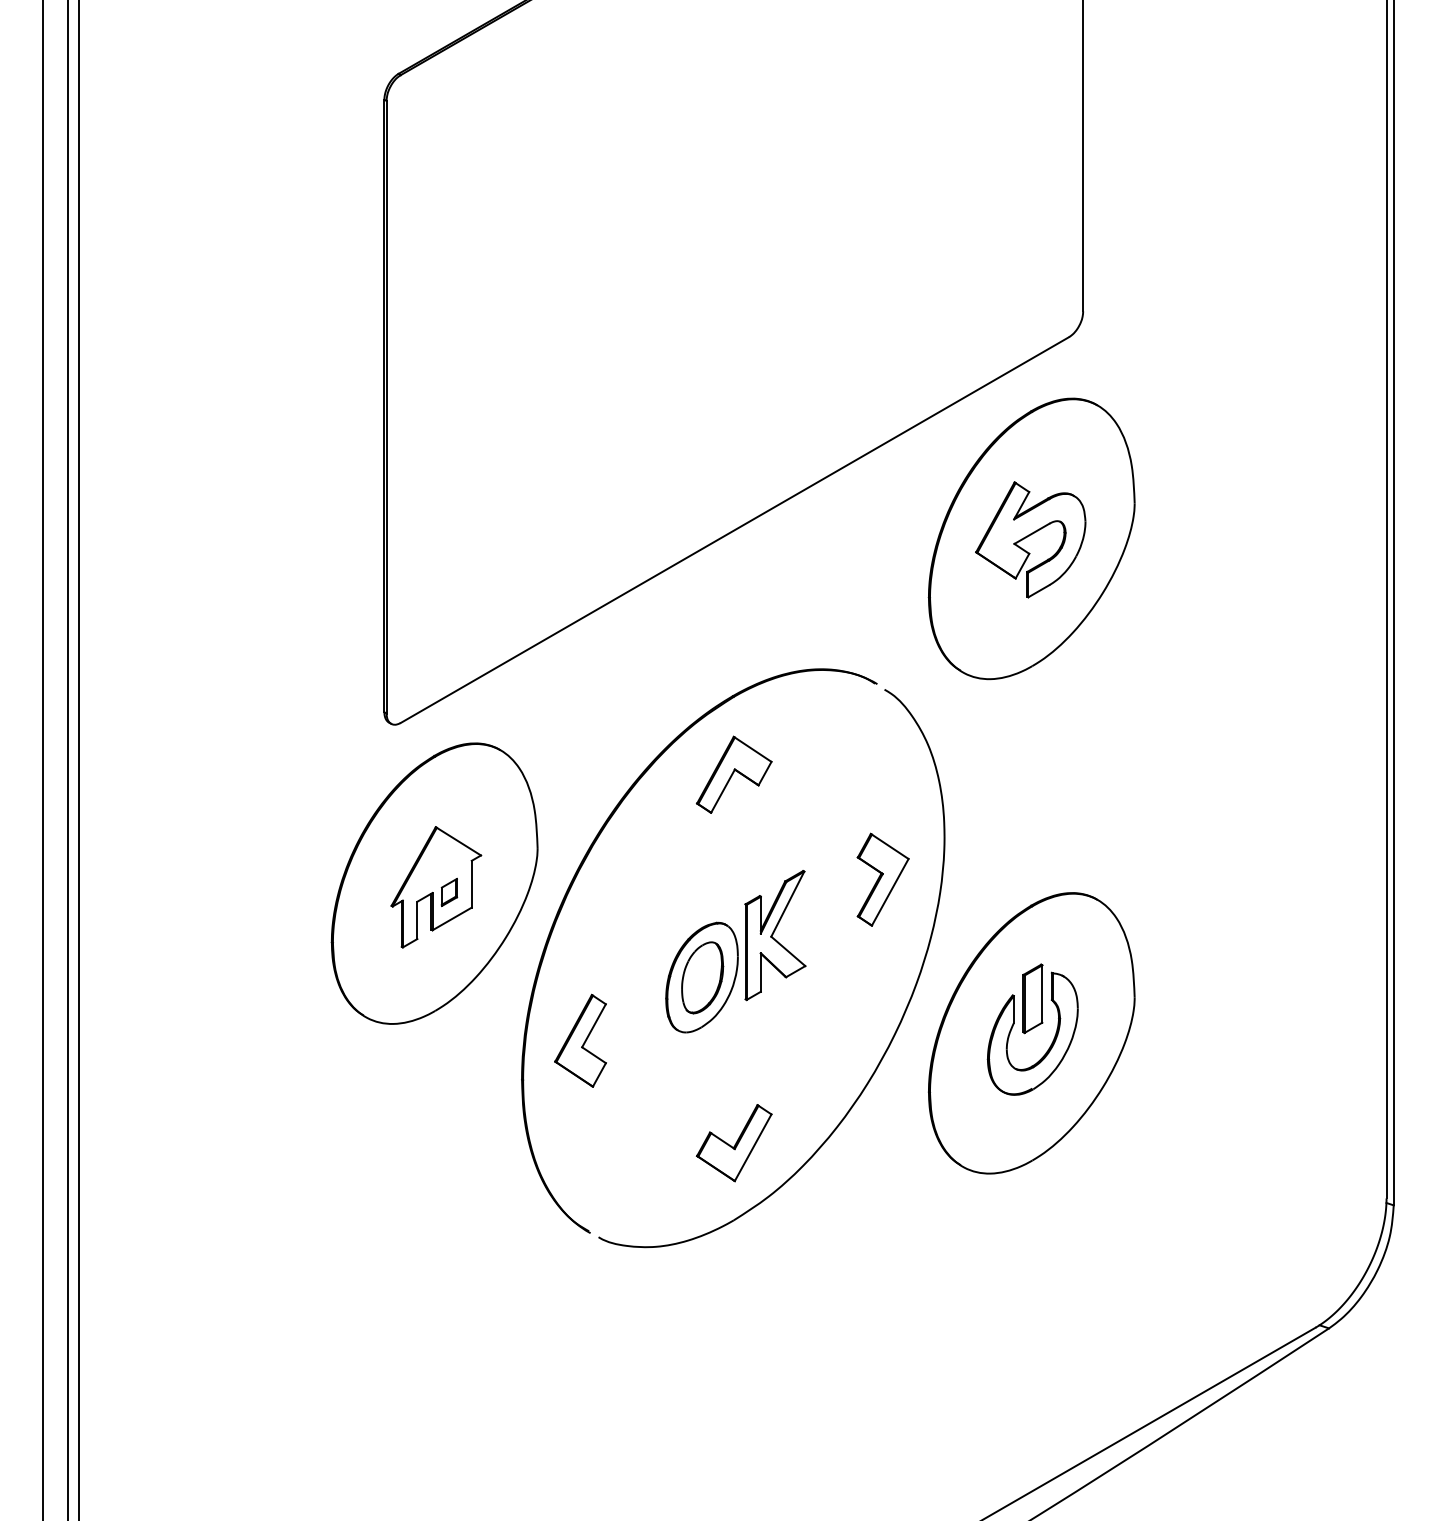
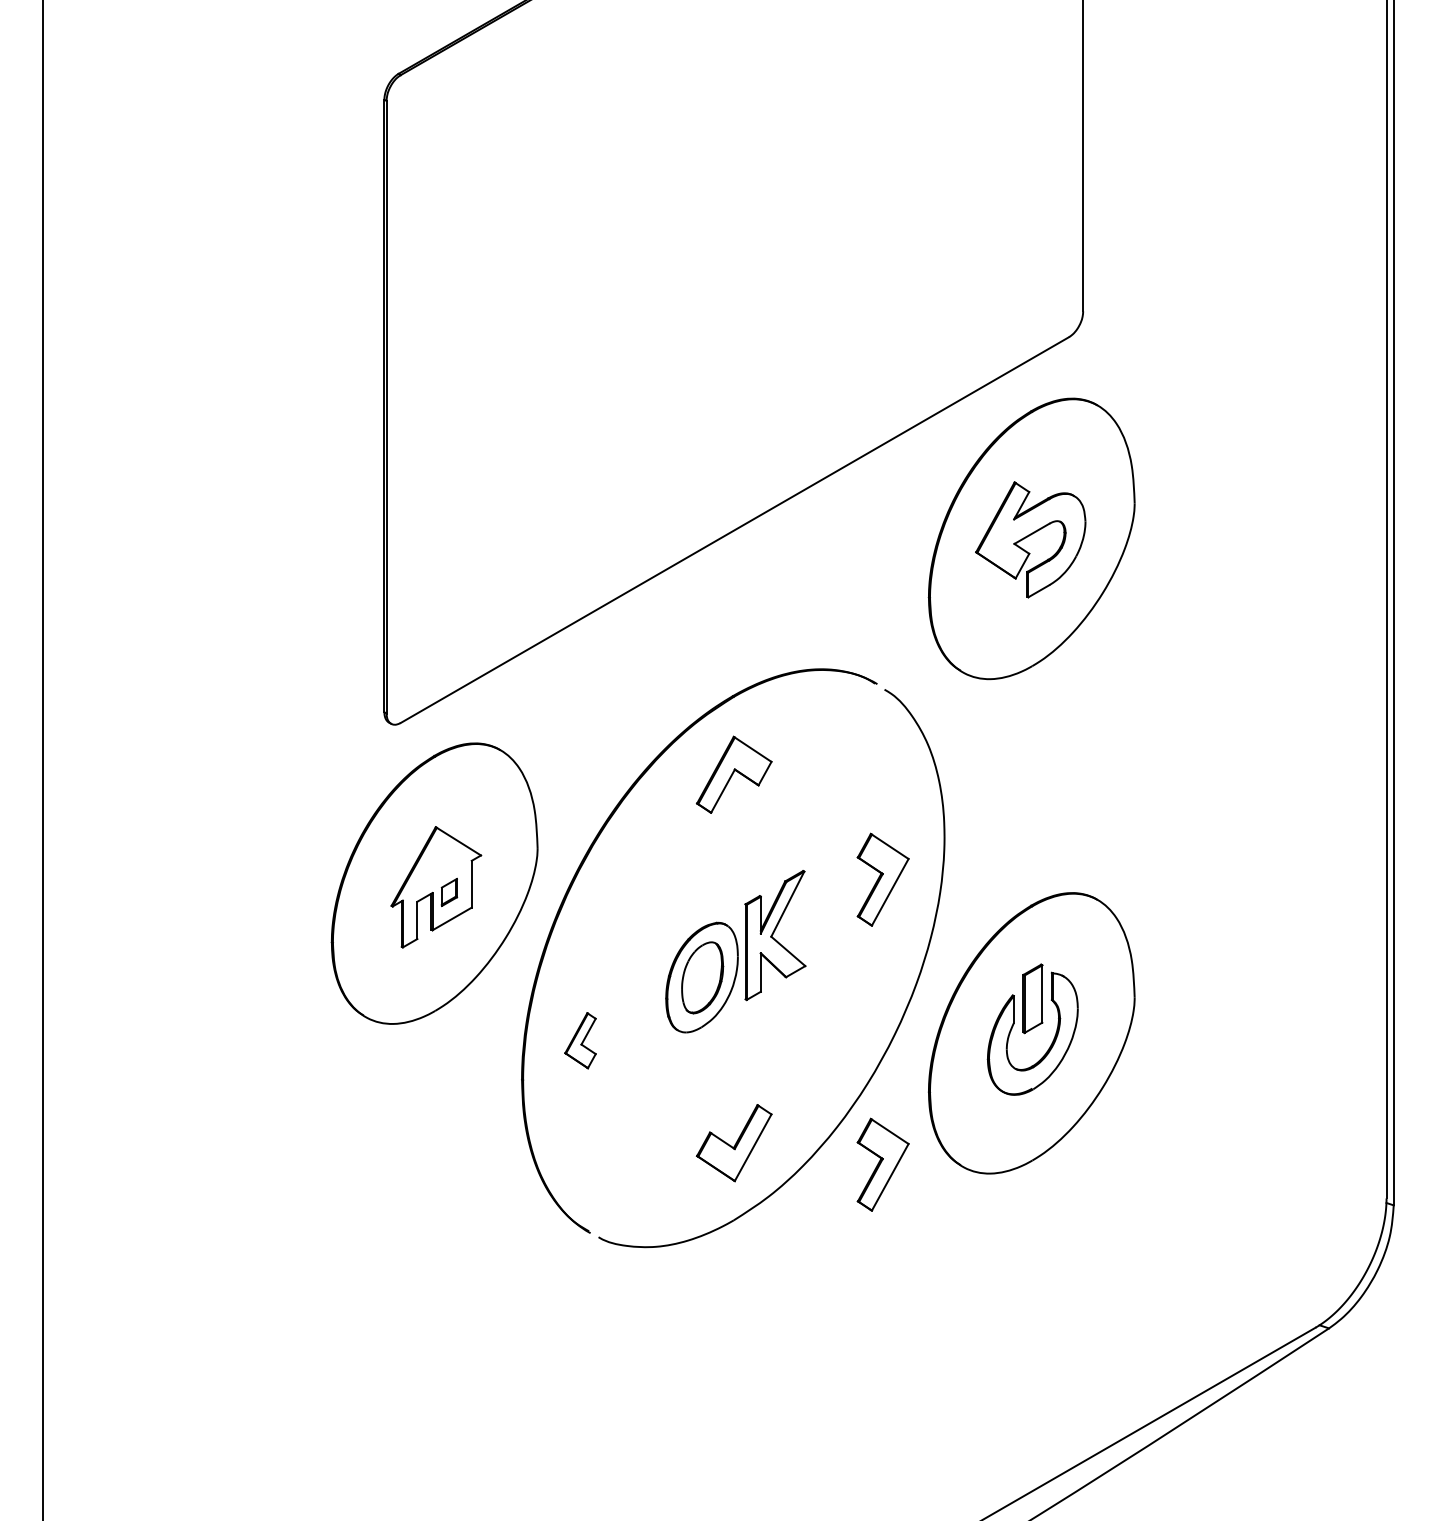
line at (67, 759): present -> none
line at (78, 759): present -> none
part at (580, 1040) size: 53x95 px -> 33x58 px
part at (882, 1164): none -> present
